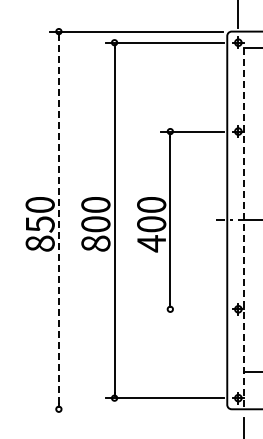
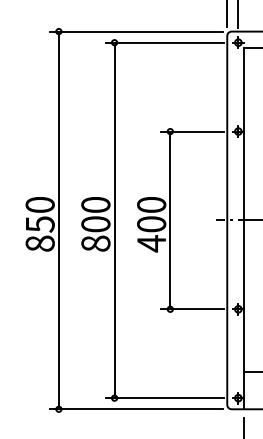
line at (227, 14): none -> present
line at (58, 220): dashed -> solid
line at (244, 229): dashed -> solid
line at (192, 309): none -> present
line at (136, 409): none -> present
